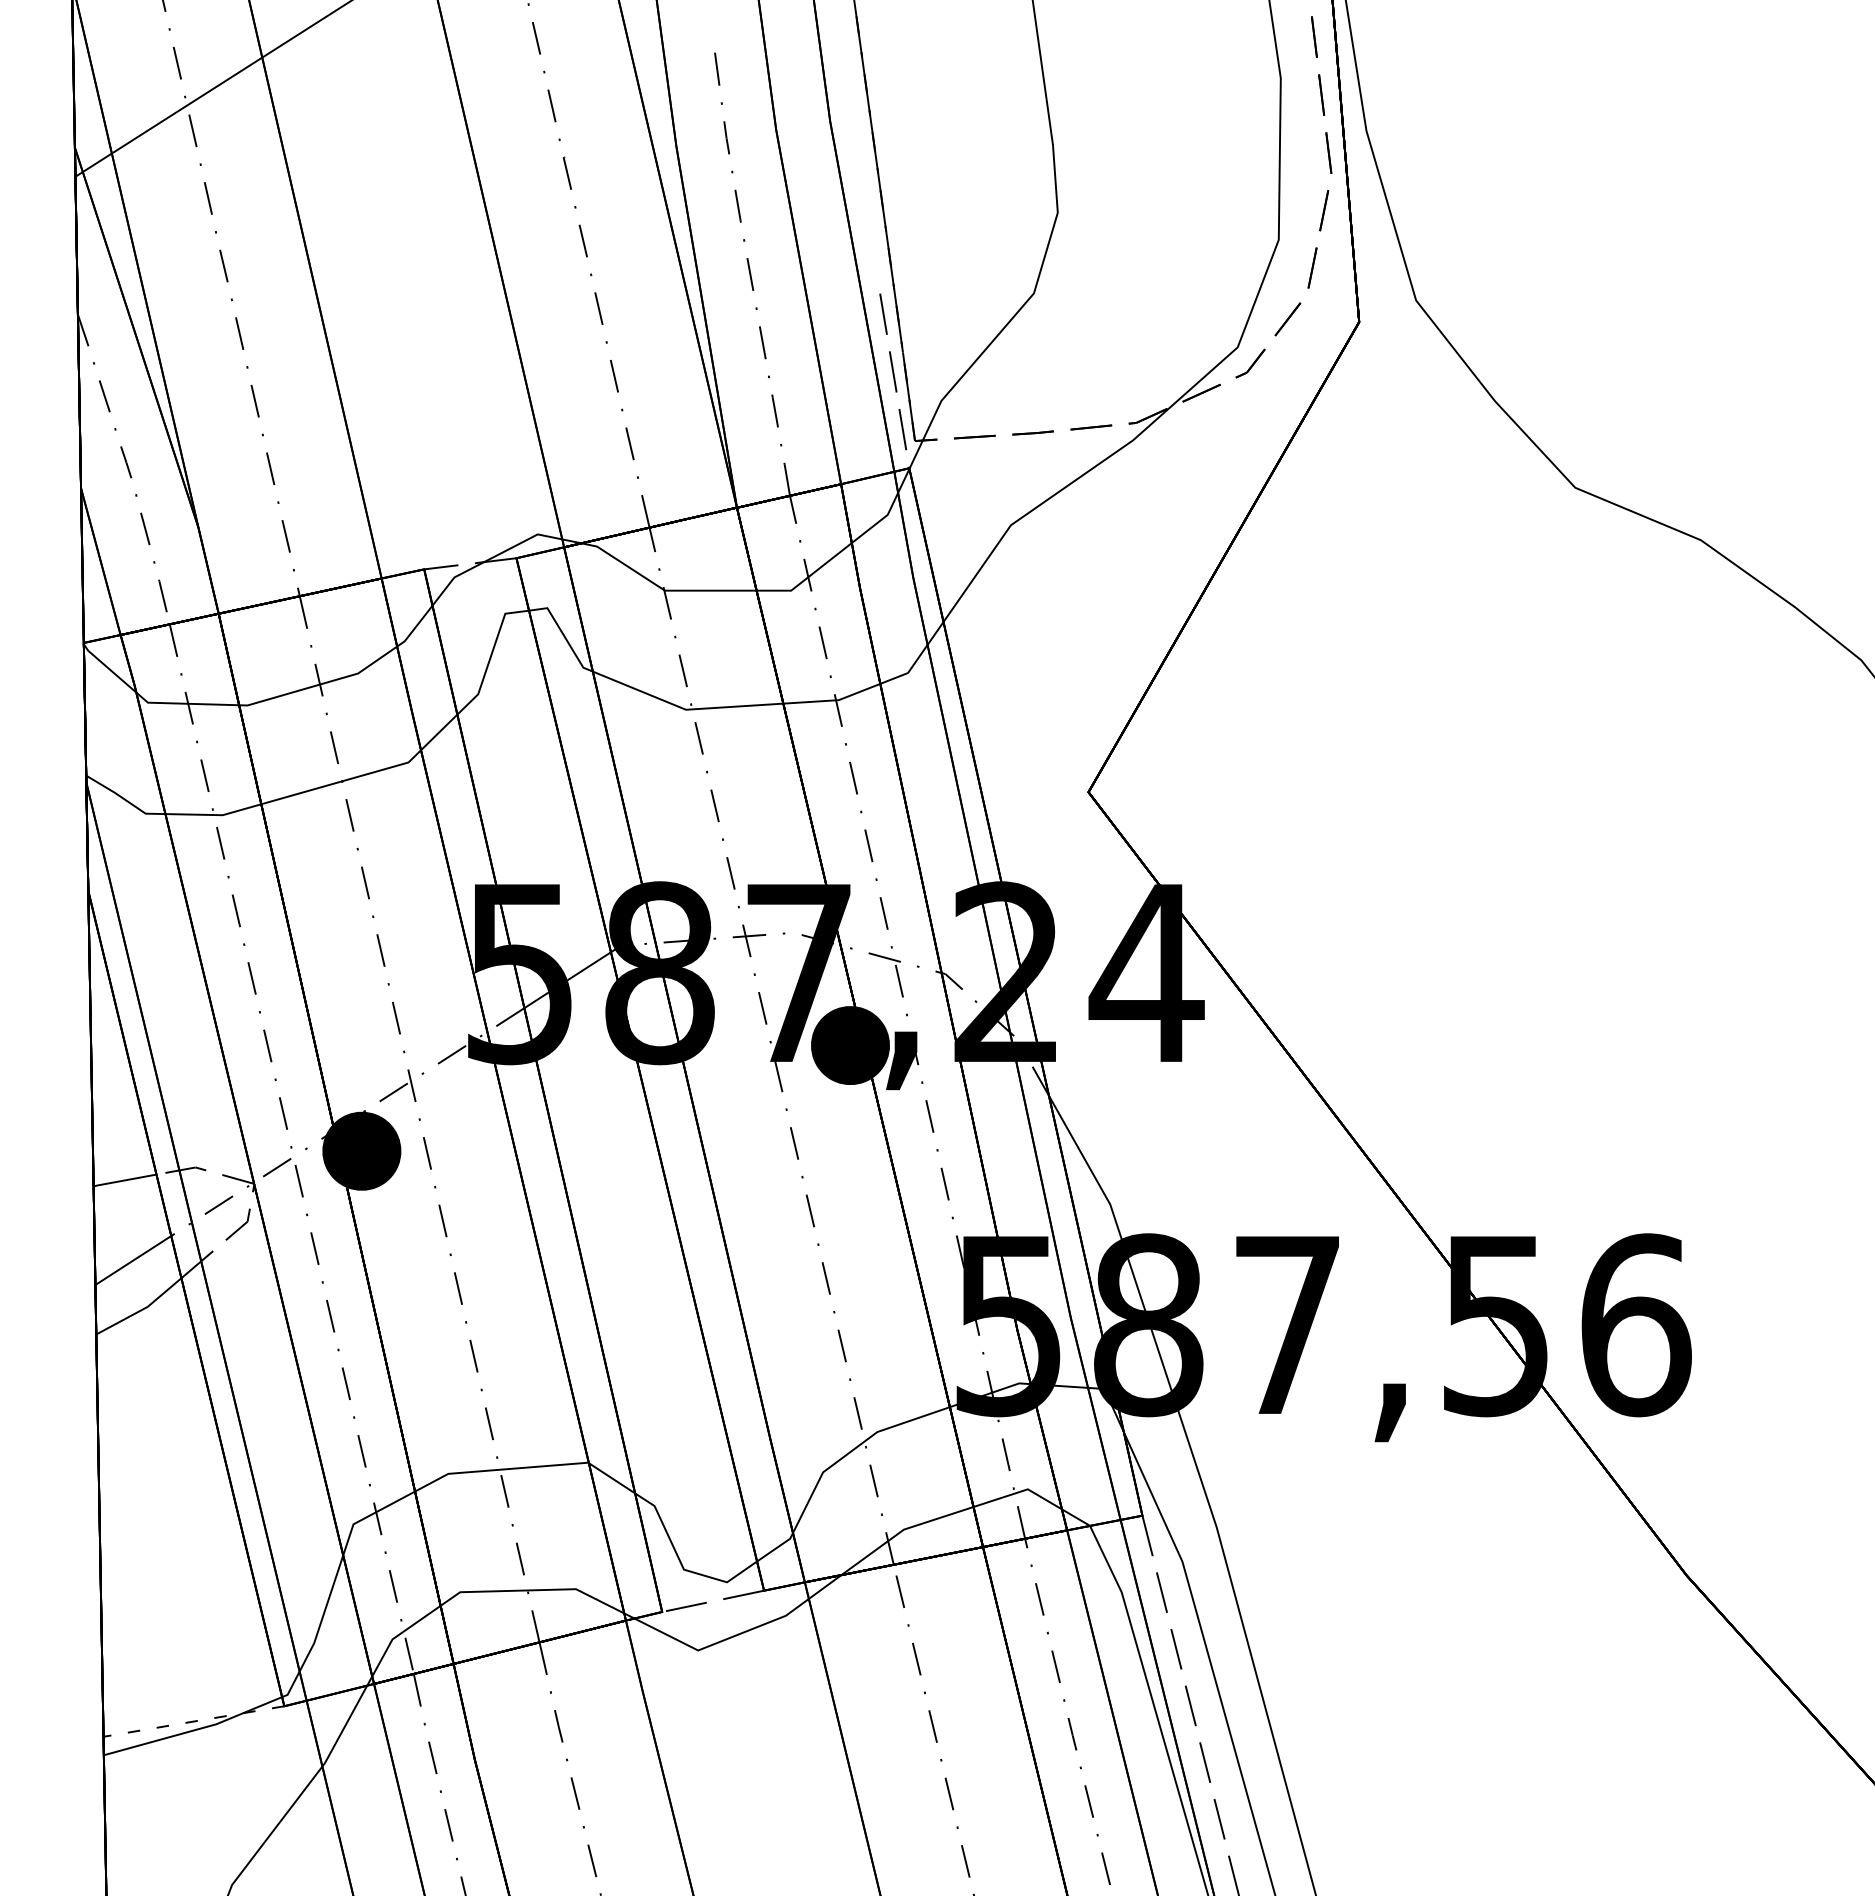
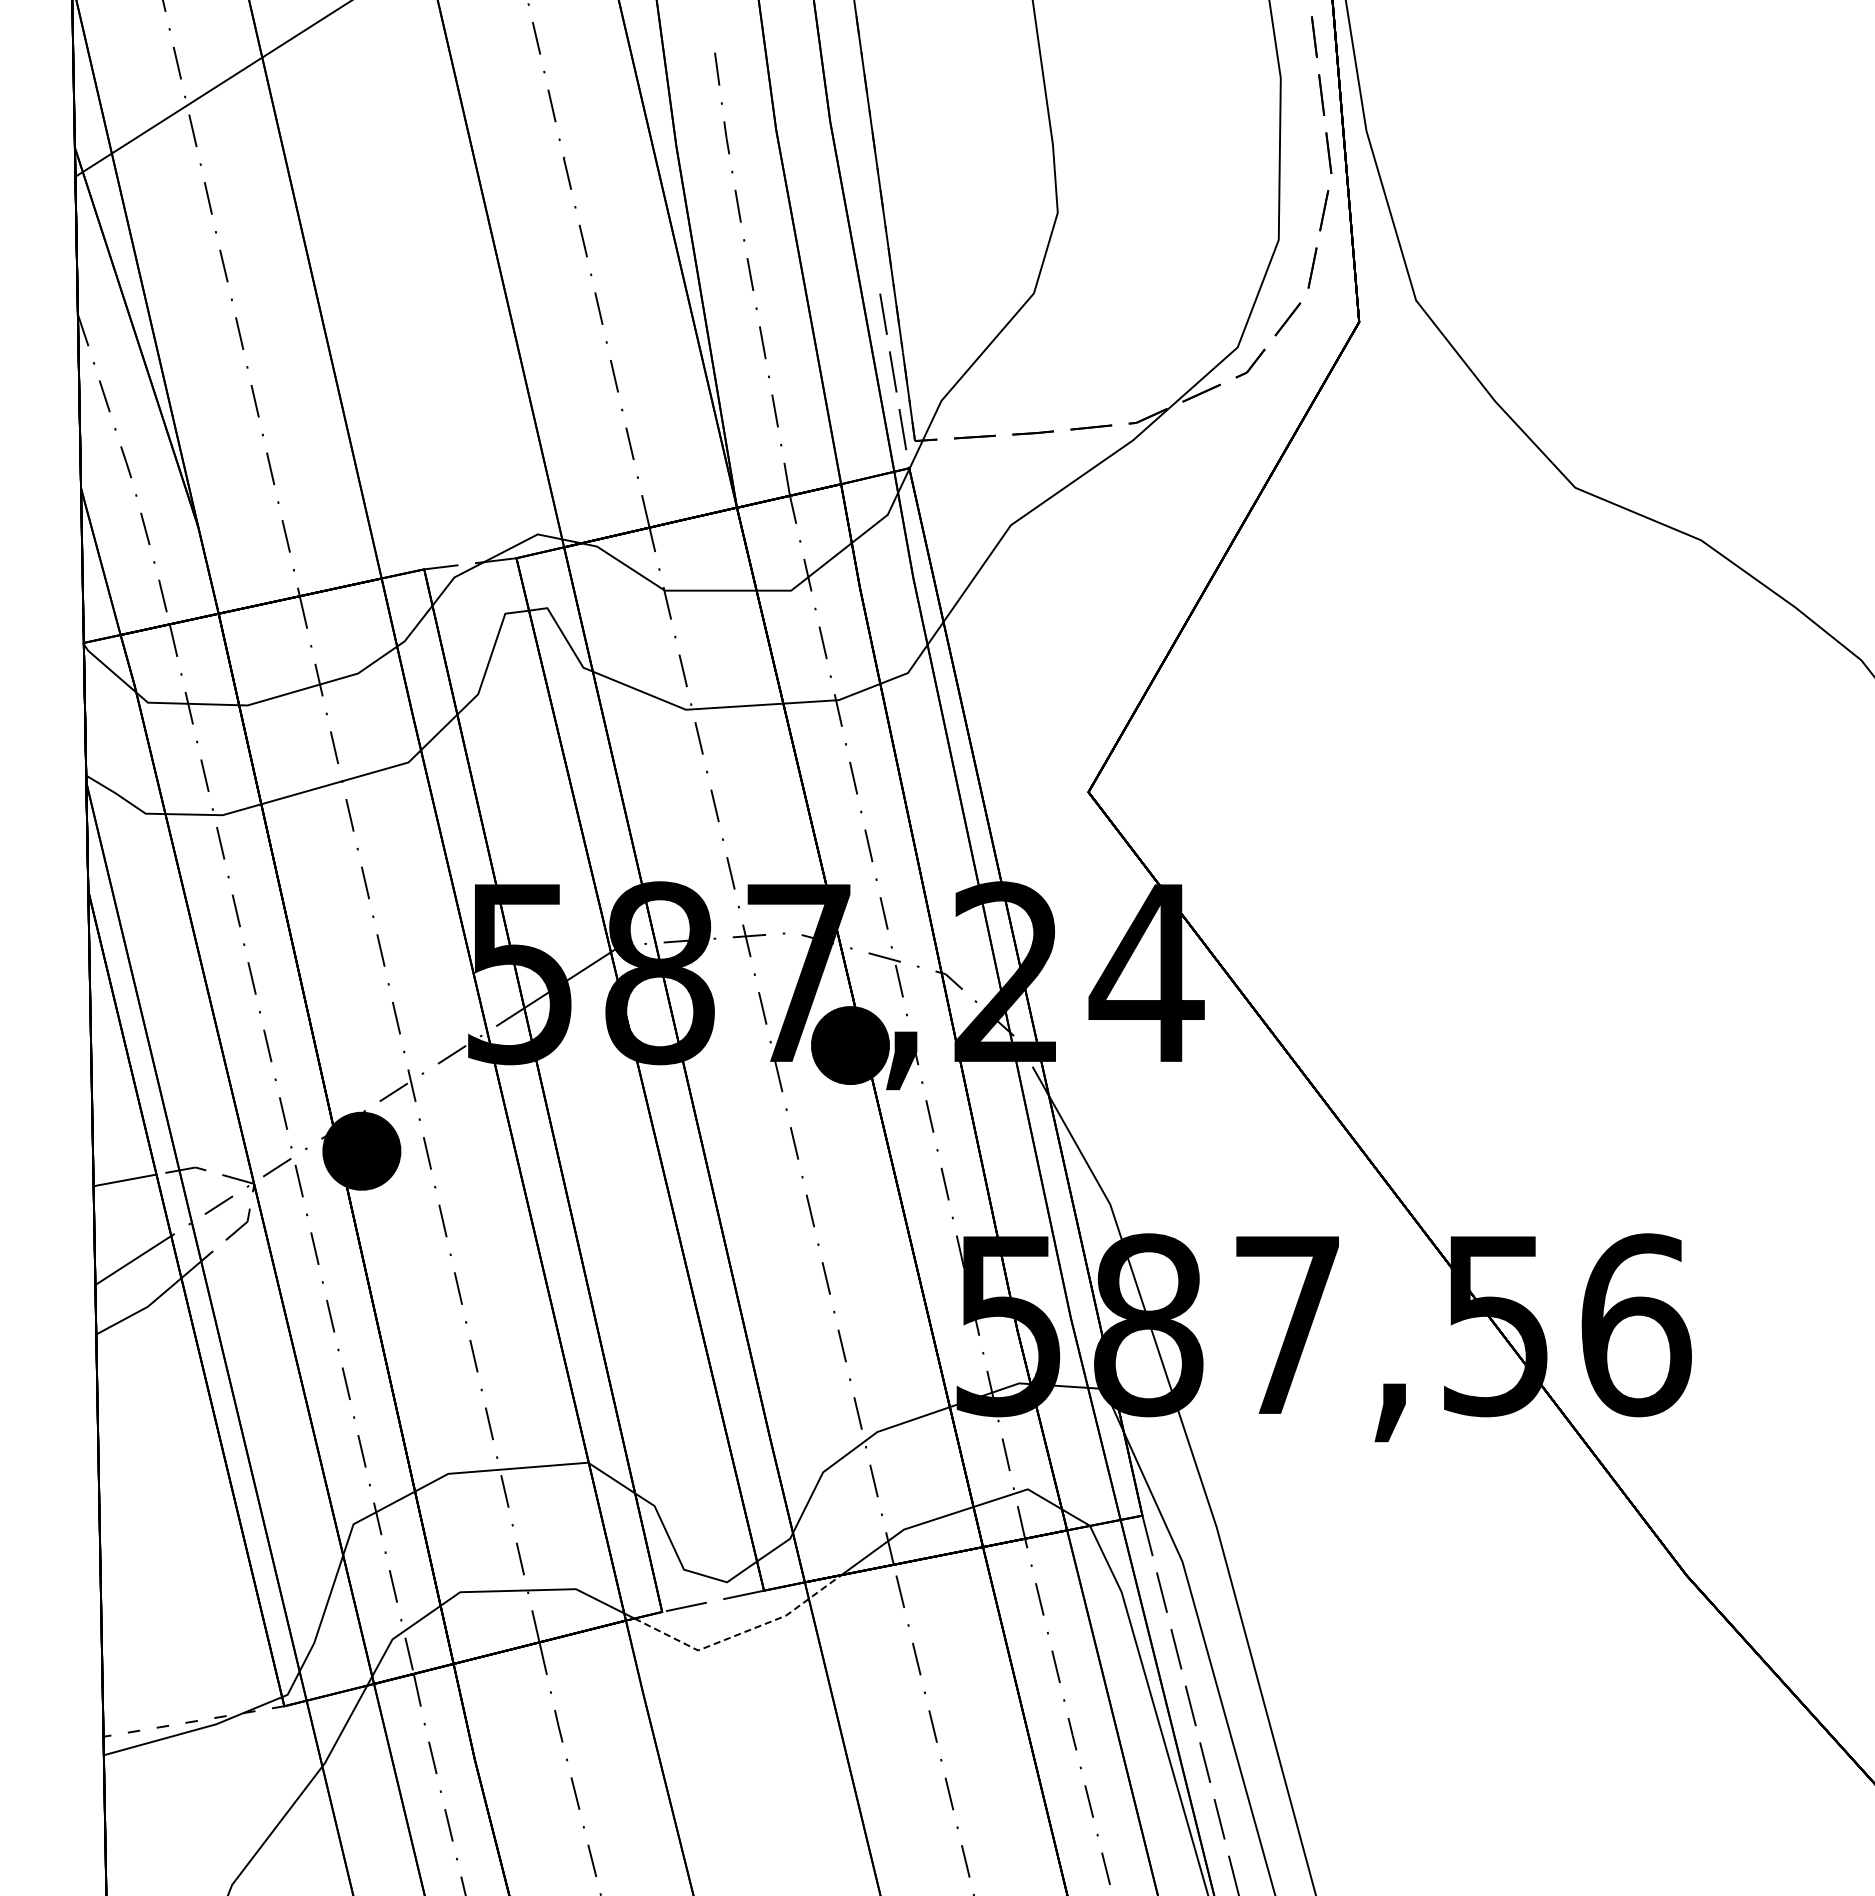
line at (740, 1633): solid -> dashed
